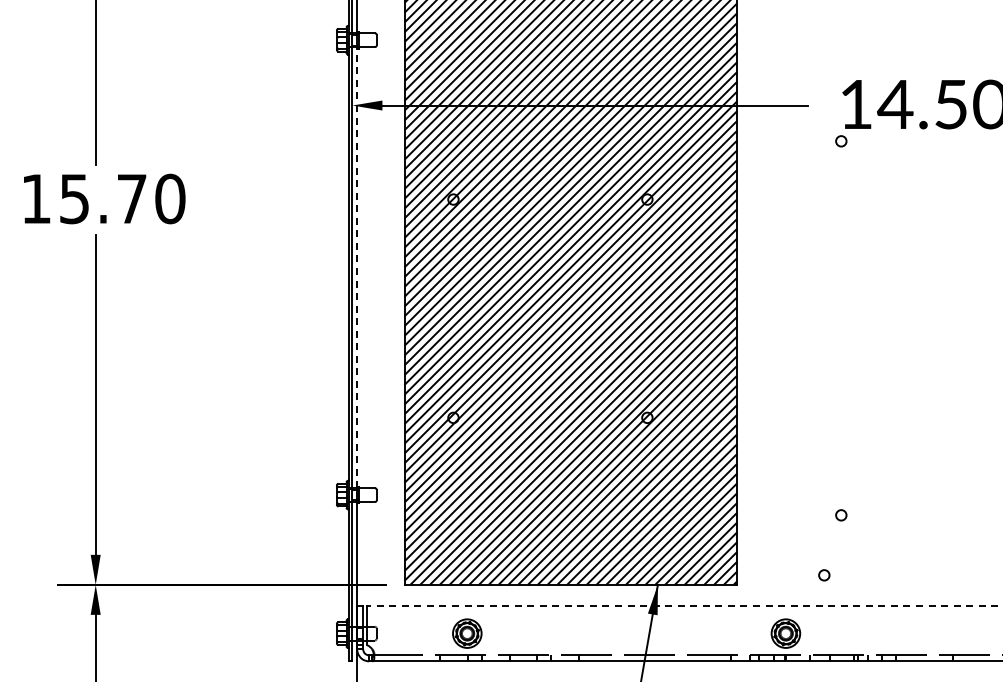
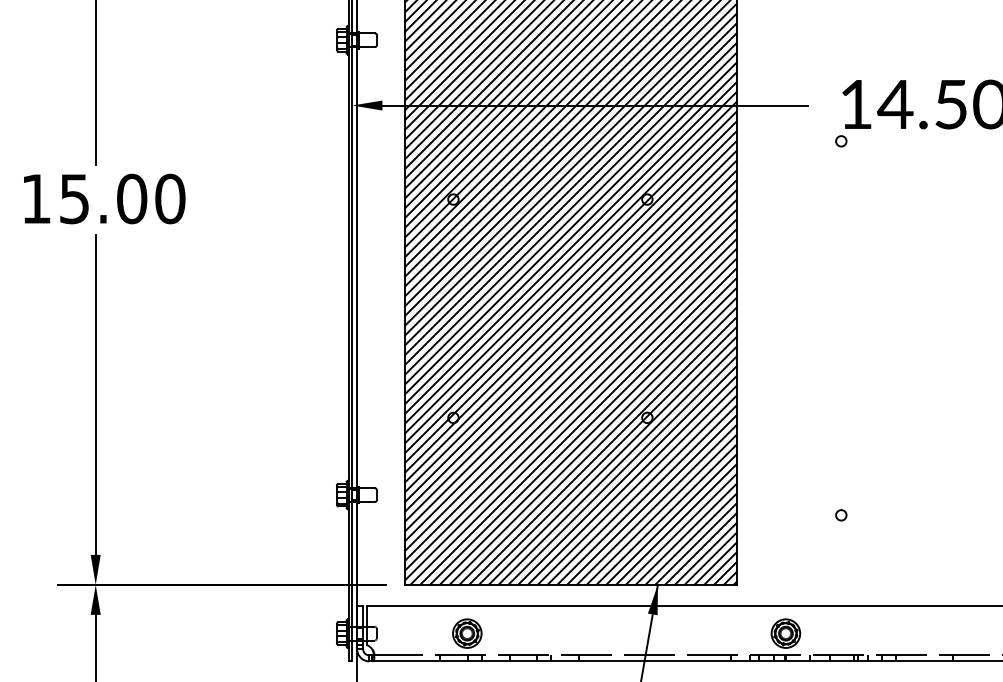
text at (132, 198): 15.70 -> 15.00
line at (356, 267): dashed -> solid
circle at (824, 575): present -> none
line at (685, 605): dashed -> solid
